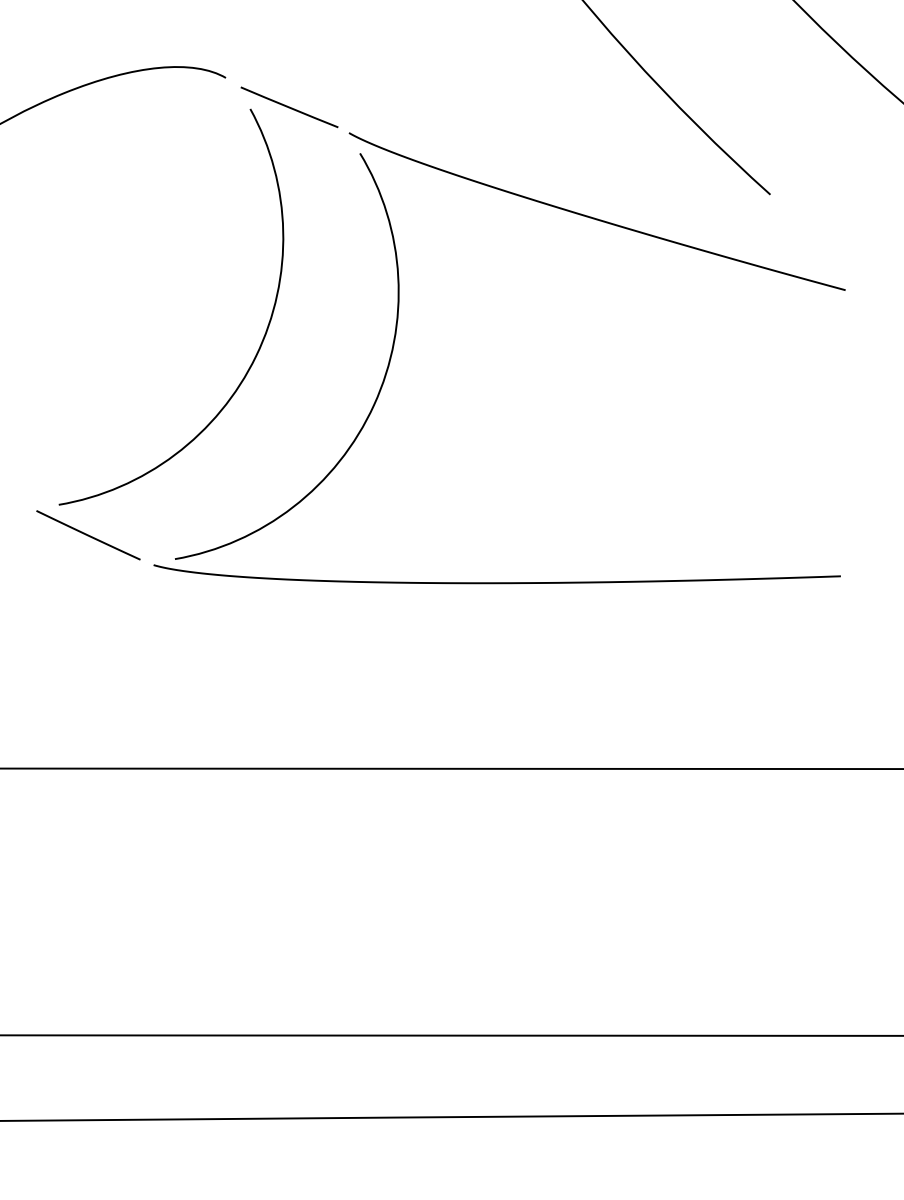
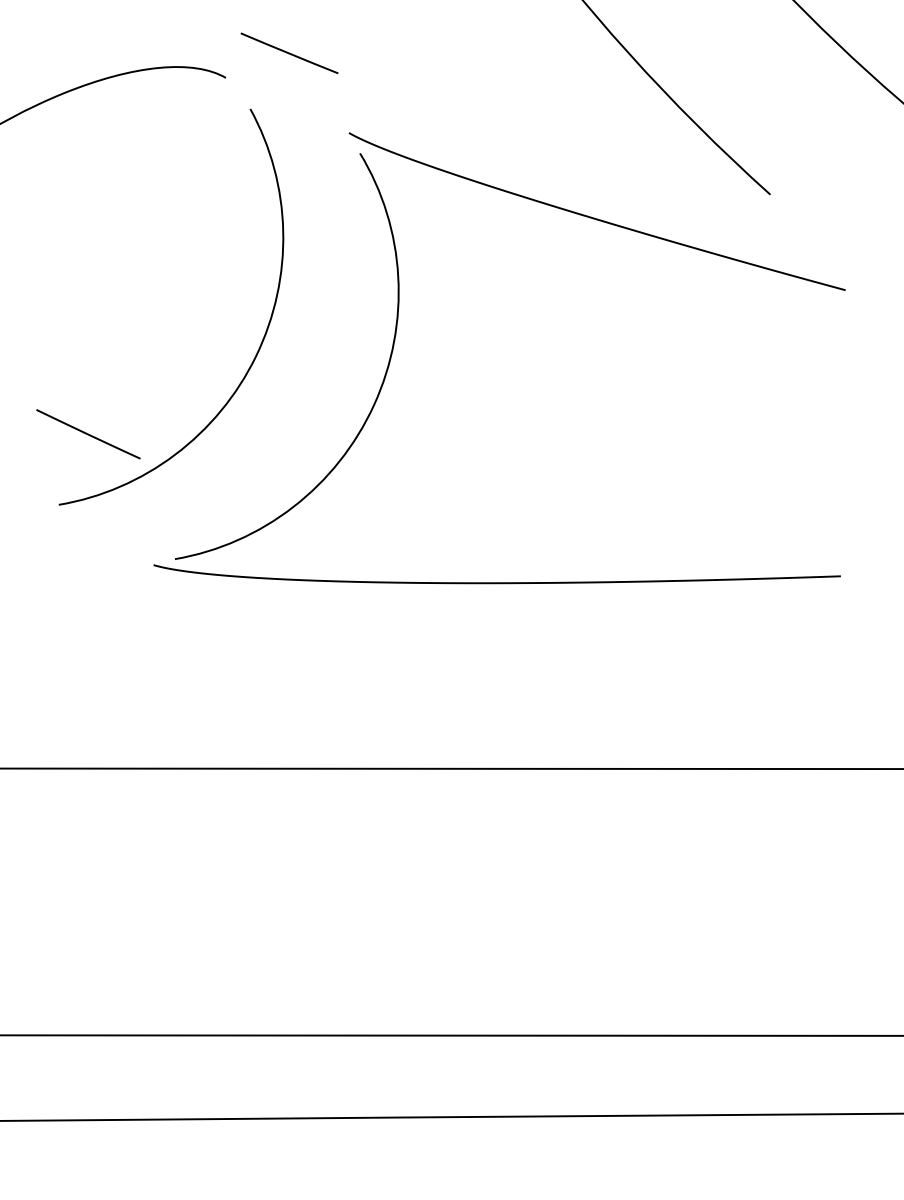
line at (289, 107) position: (289, 107) -> (289, 53)
line at (88, 535) position: (88, 535) -> (88, 434)
